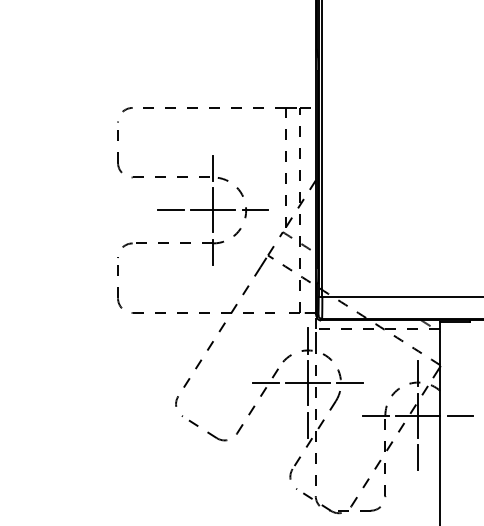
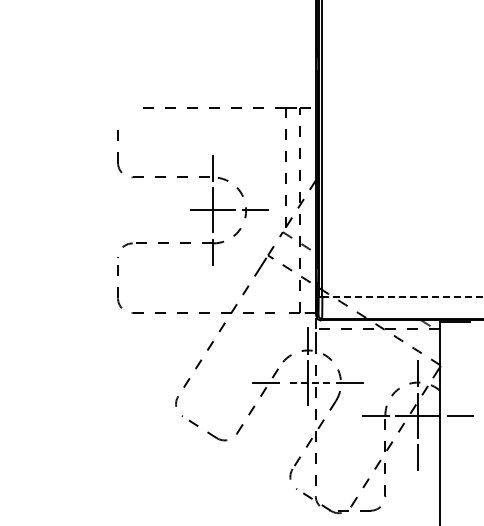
arc at (123, 112): present -> none
line at (170, 210): present -> none
line at (403, 296): solid -> dashed
line at (308, 383): solid -> dashed
line at (308, 425): present -> none
